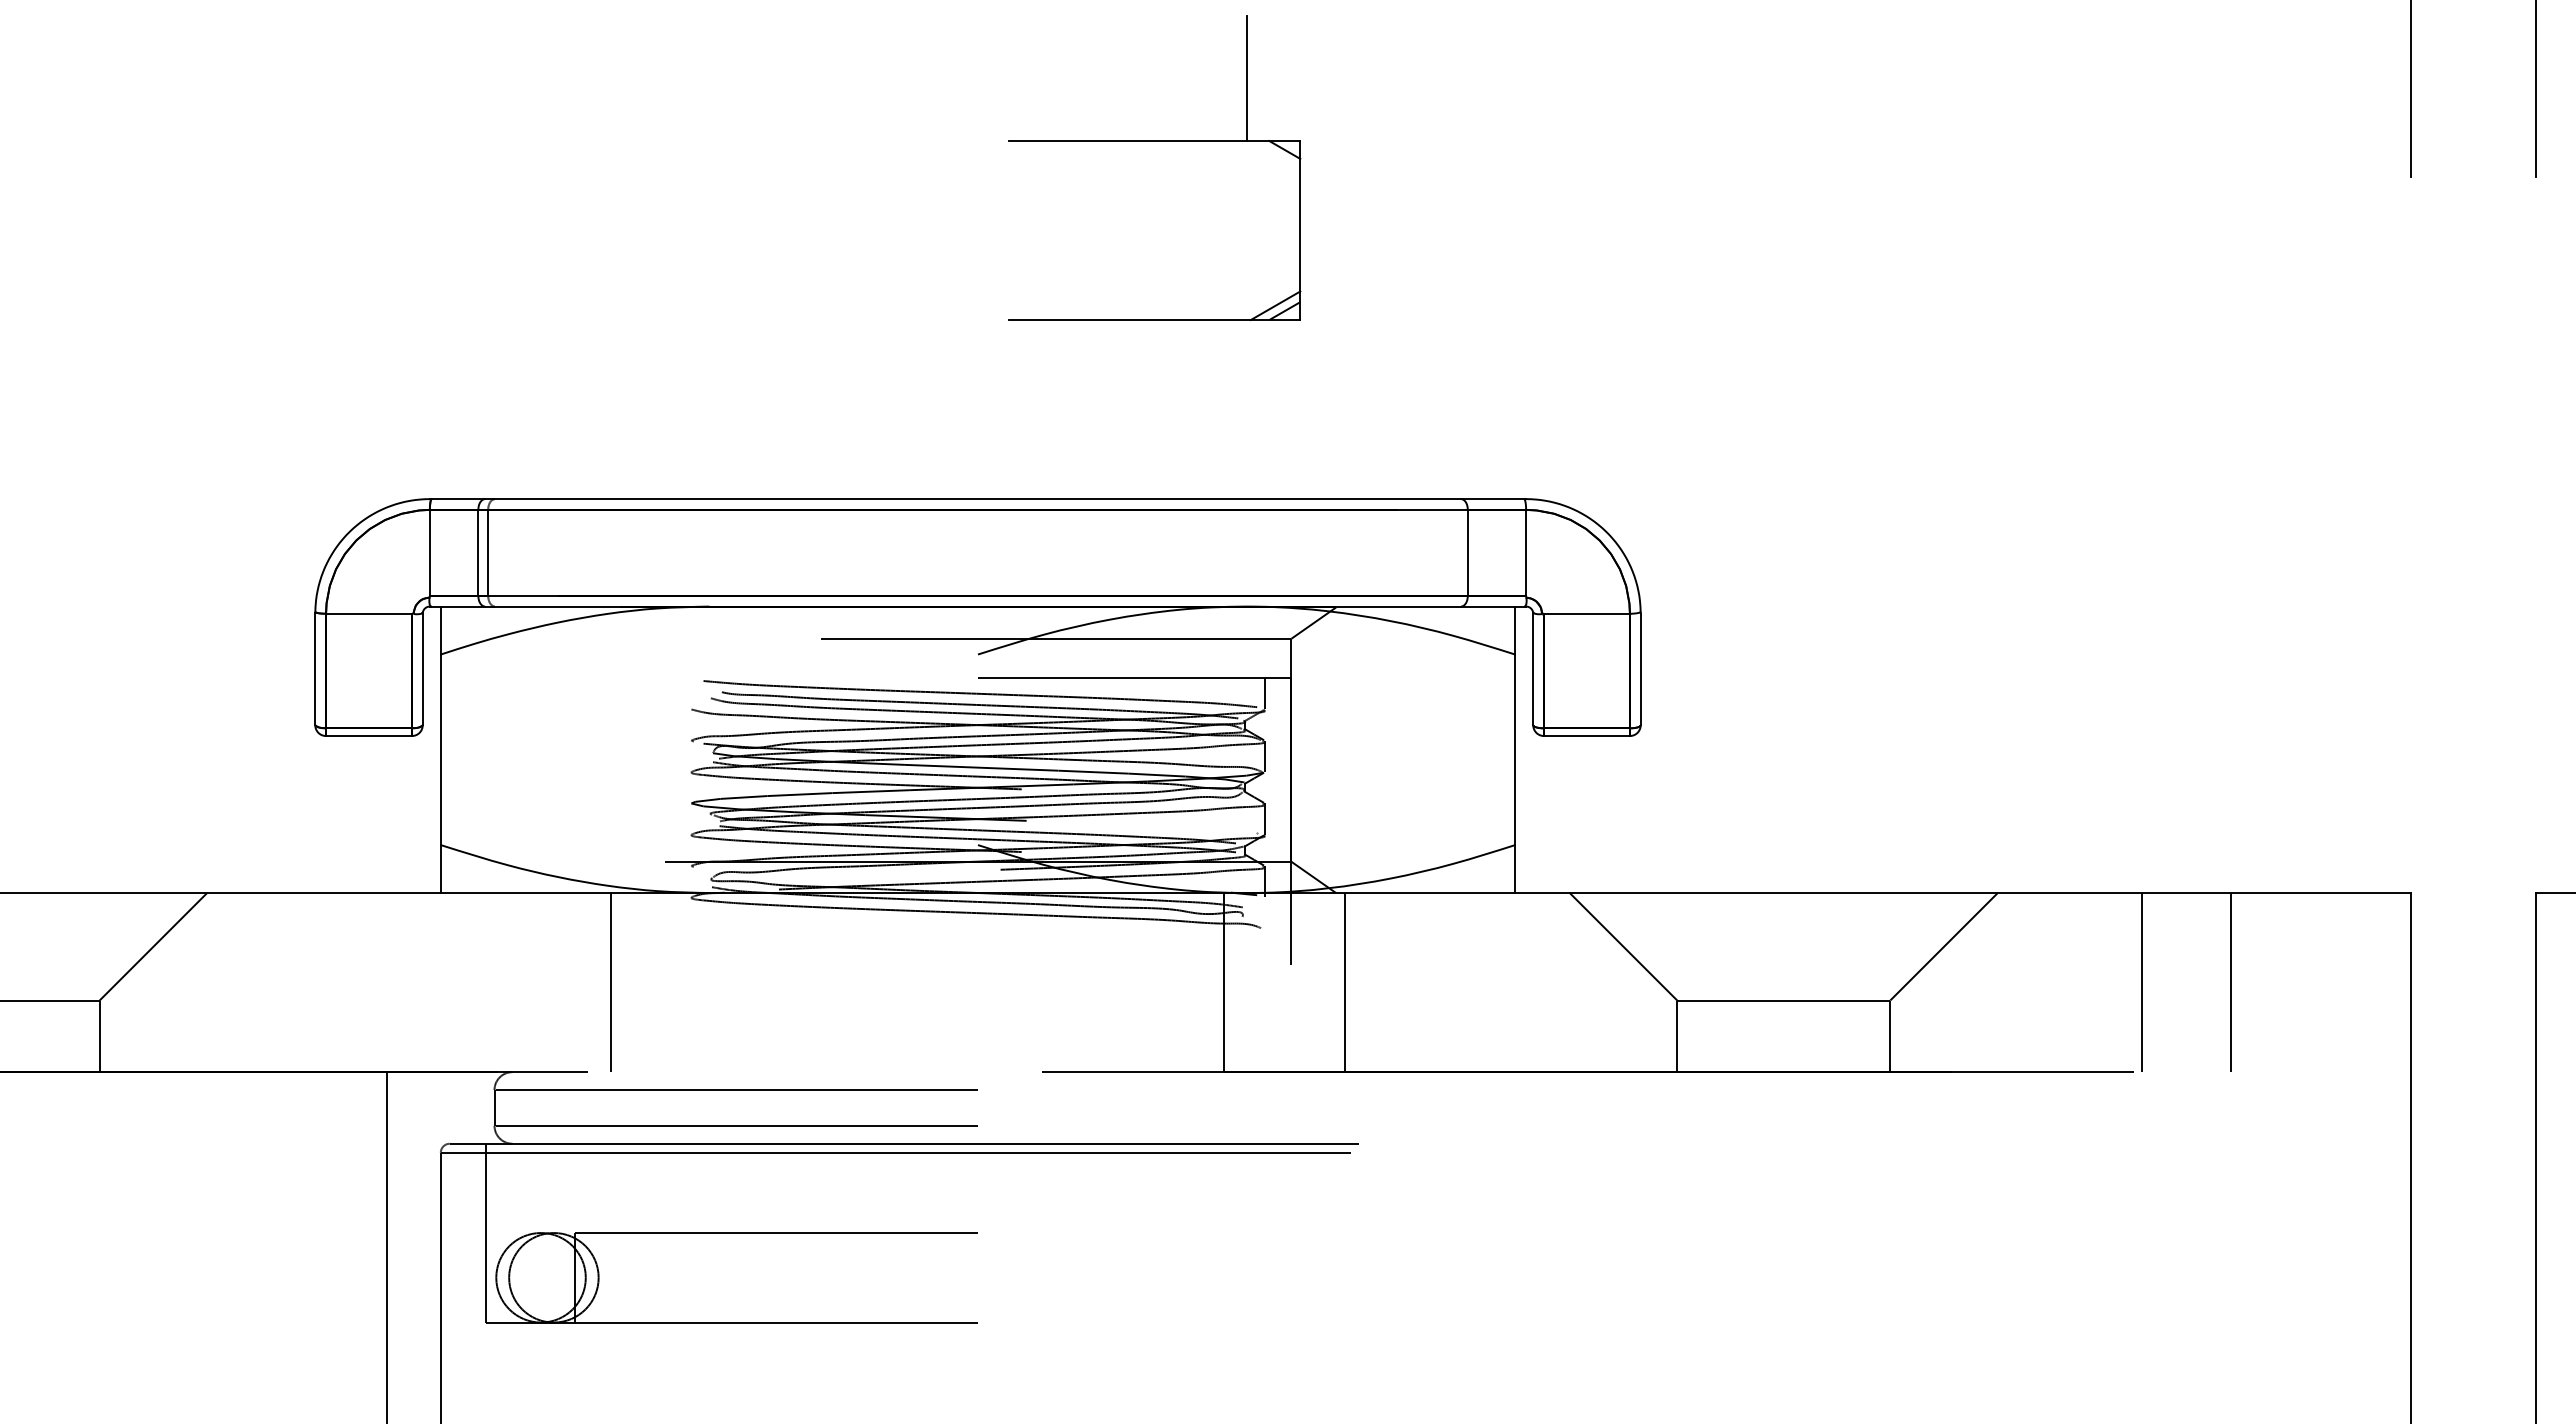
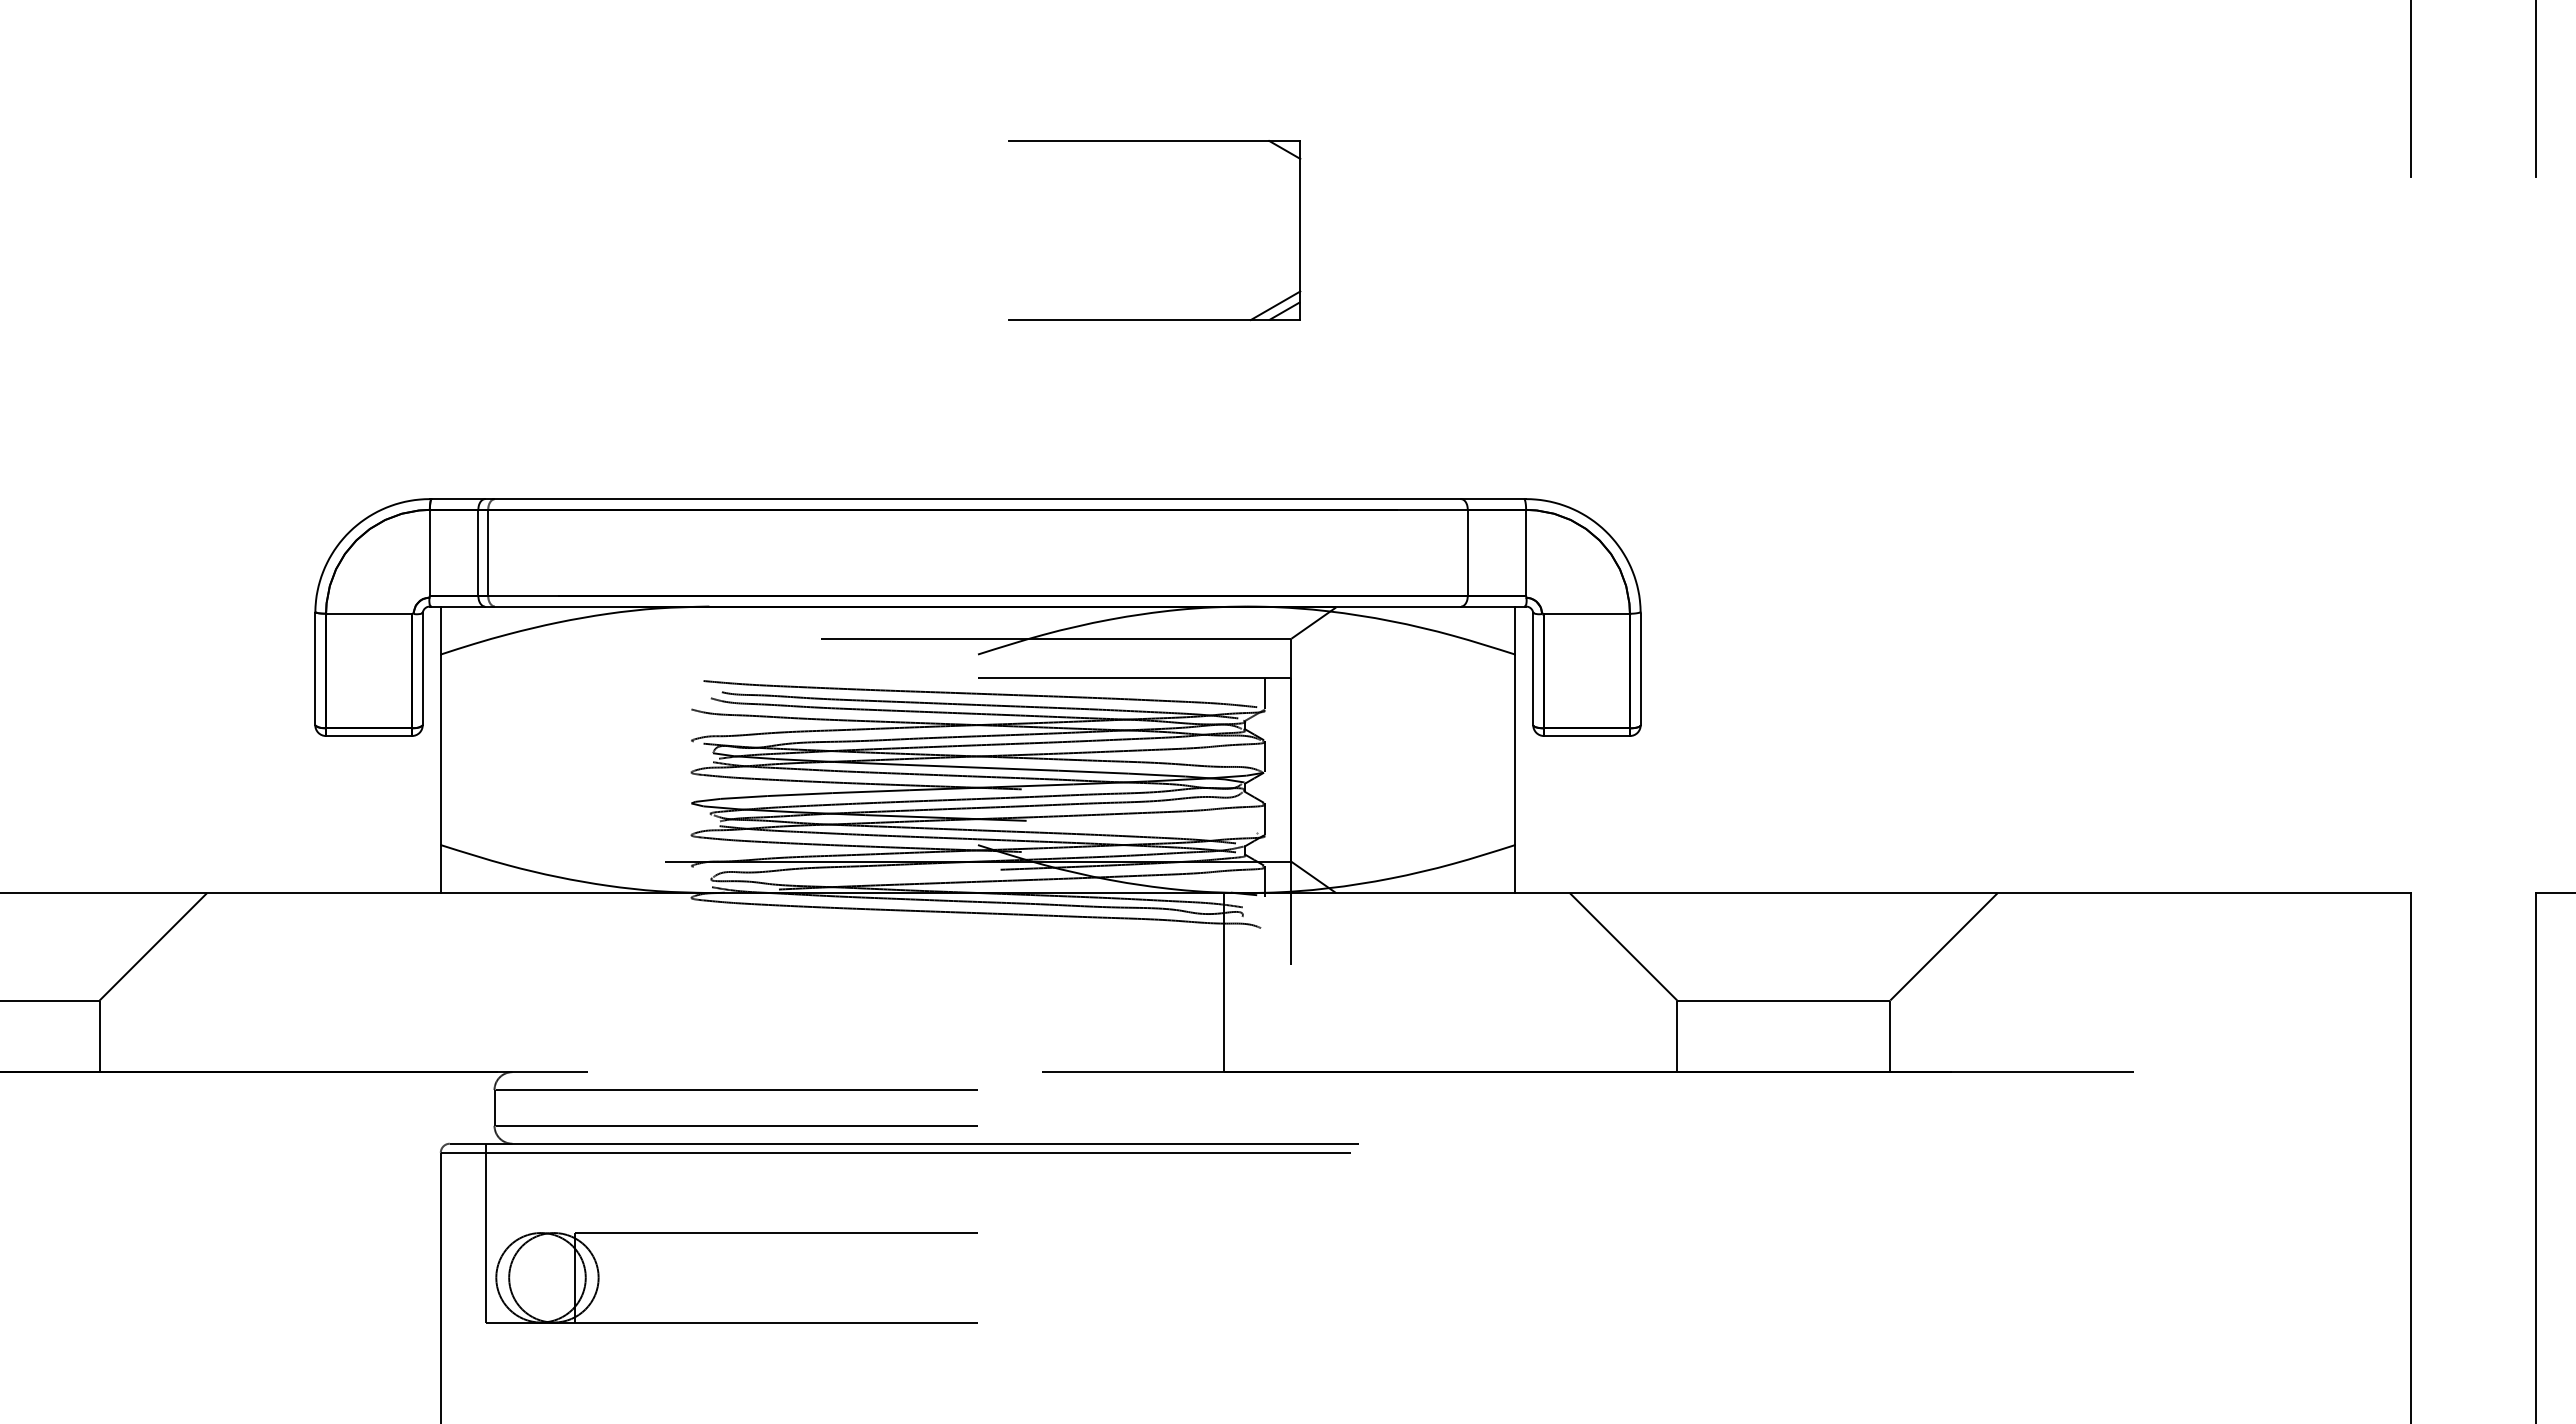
line at (1246, 78): present -> none
line at (610, 982): present -> none
line at (1345, 982): present -> none
line at (2141, 982): present -> none
line at (2231, 982): present -> none
line at (387, 1246): present -> none
